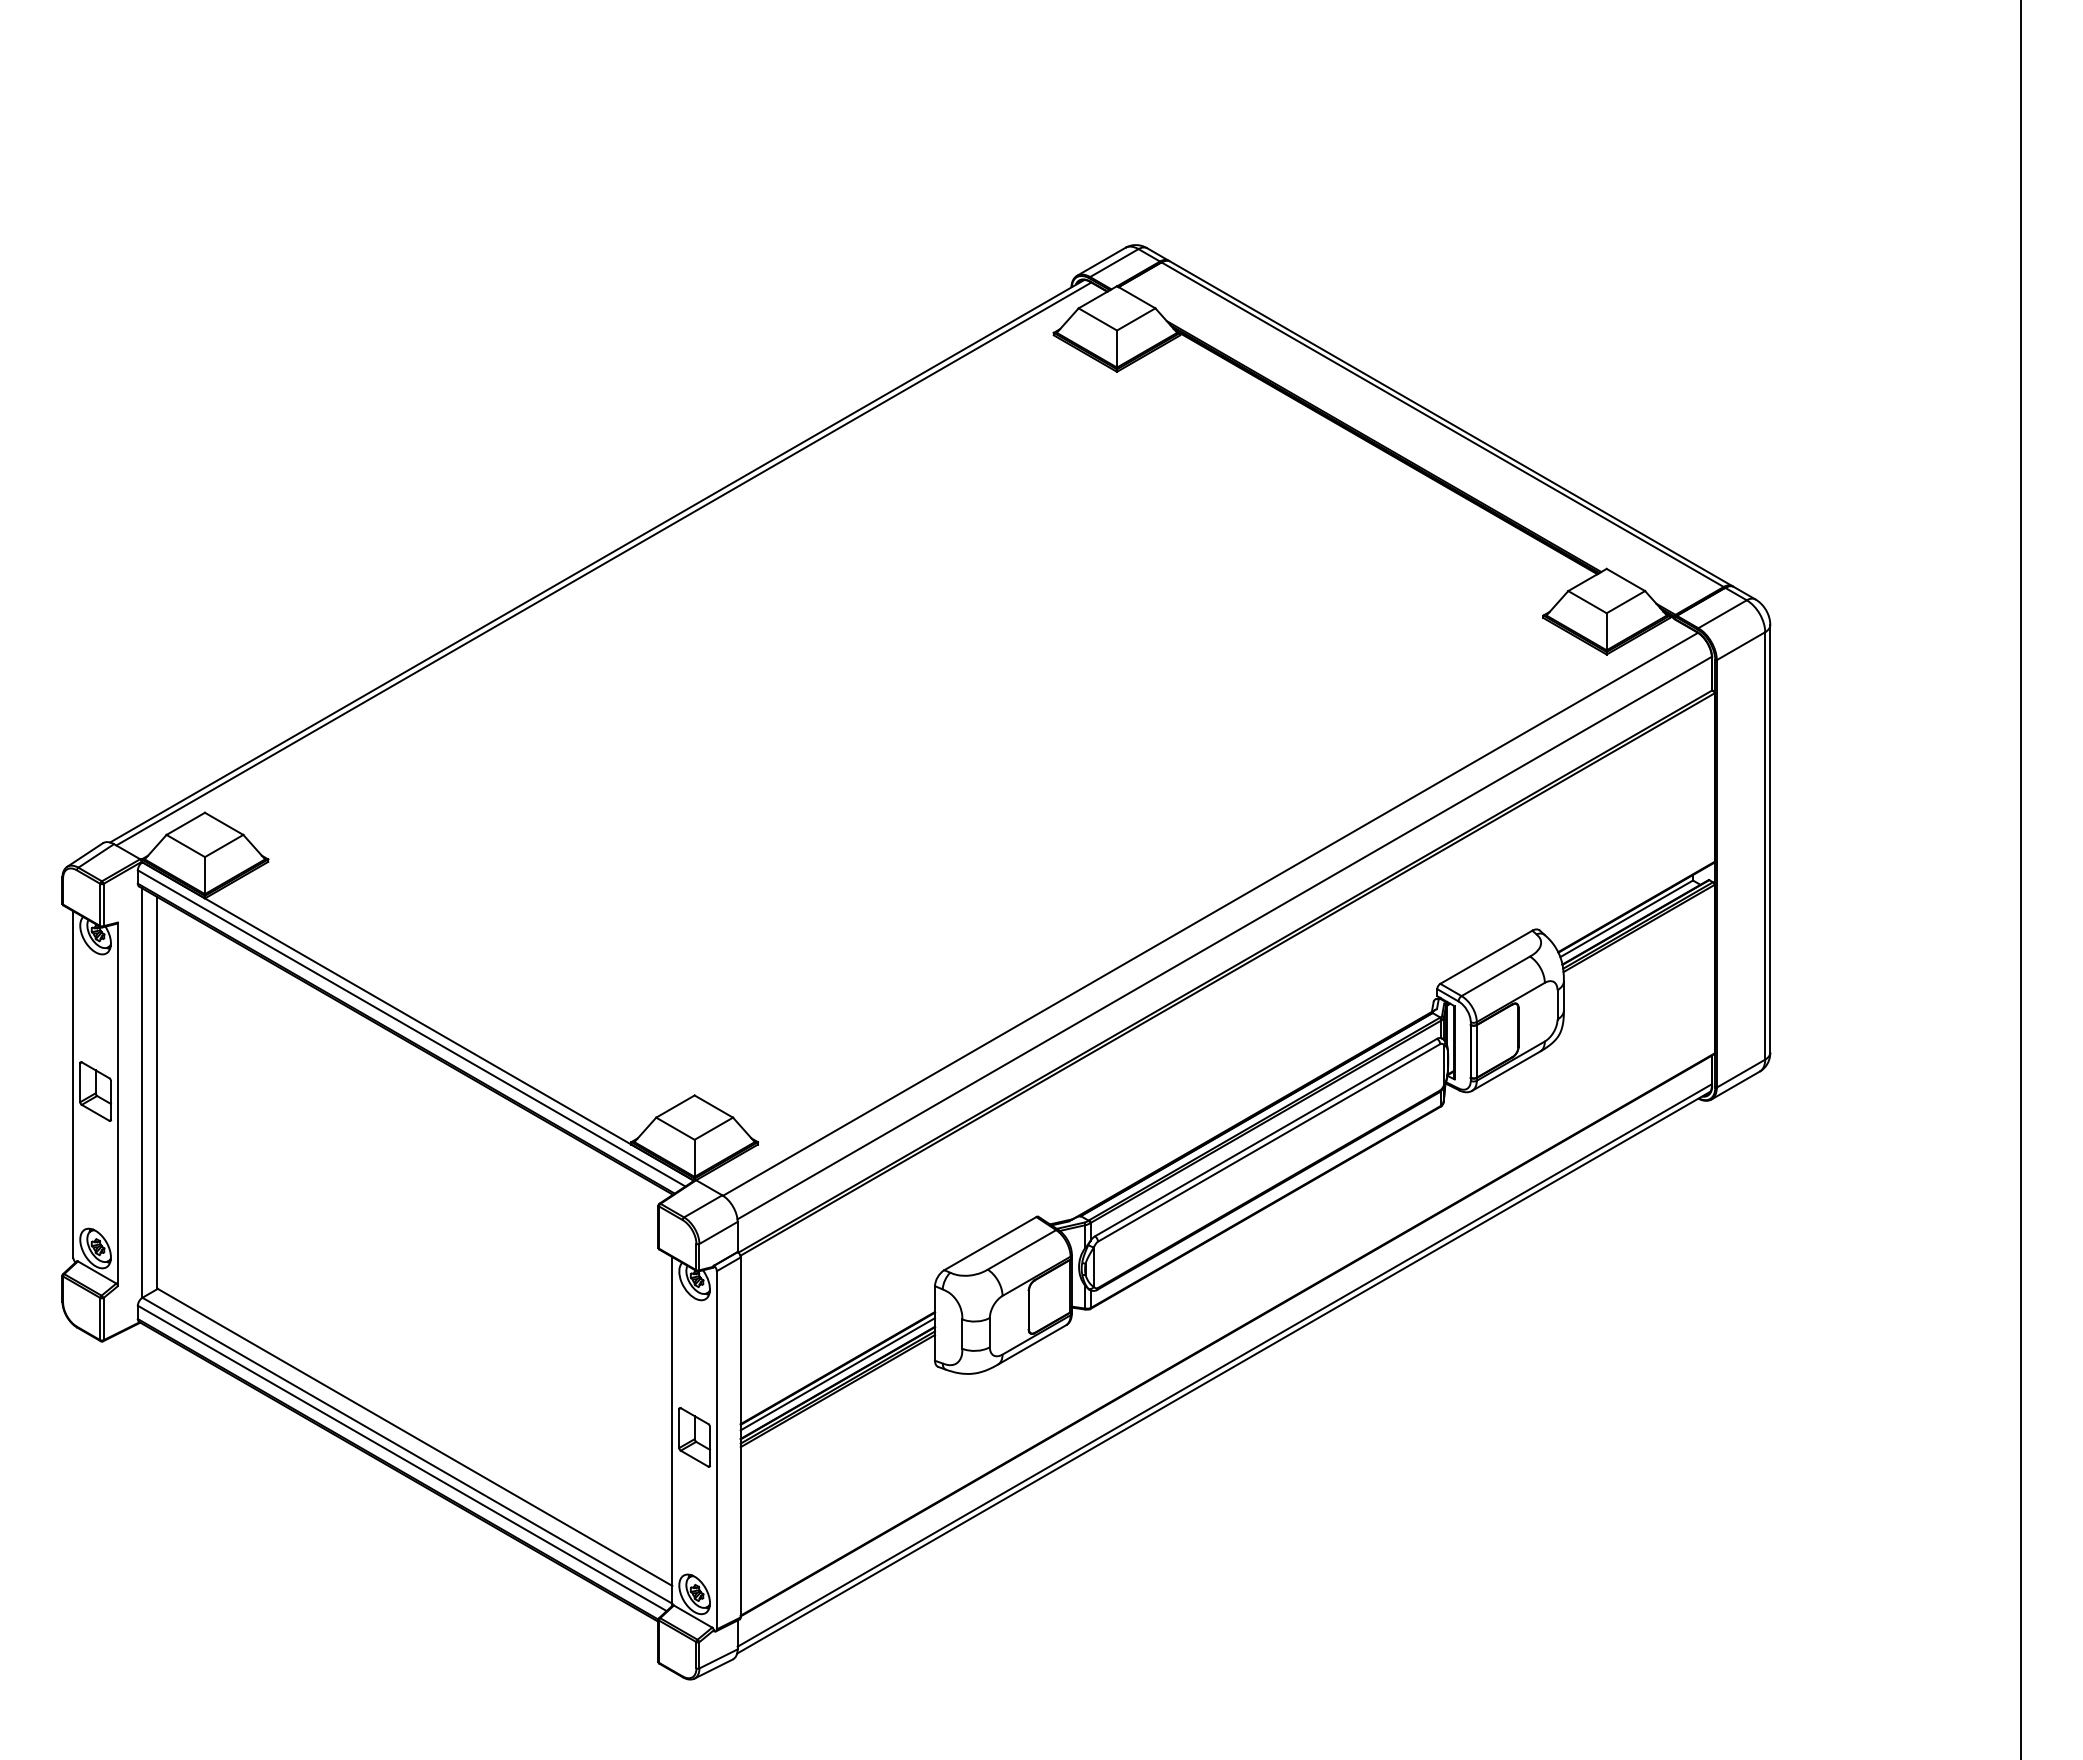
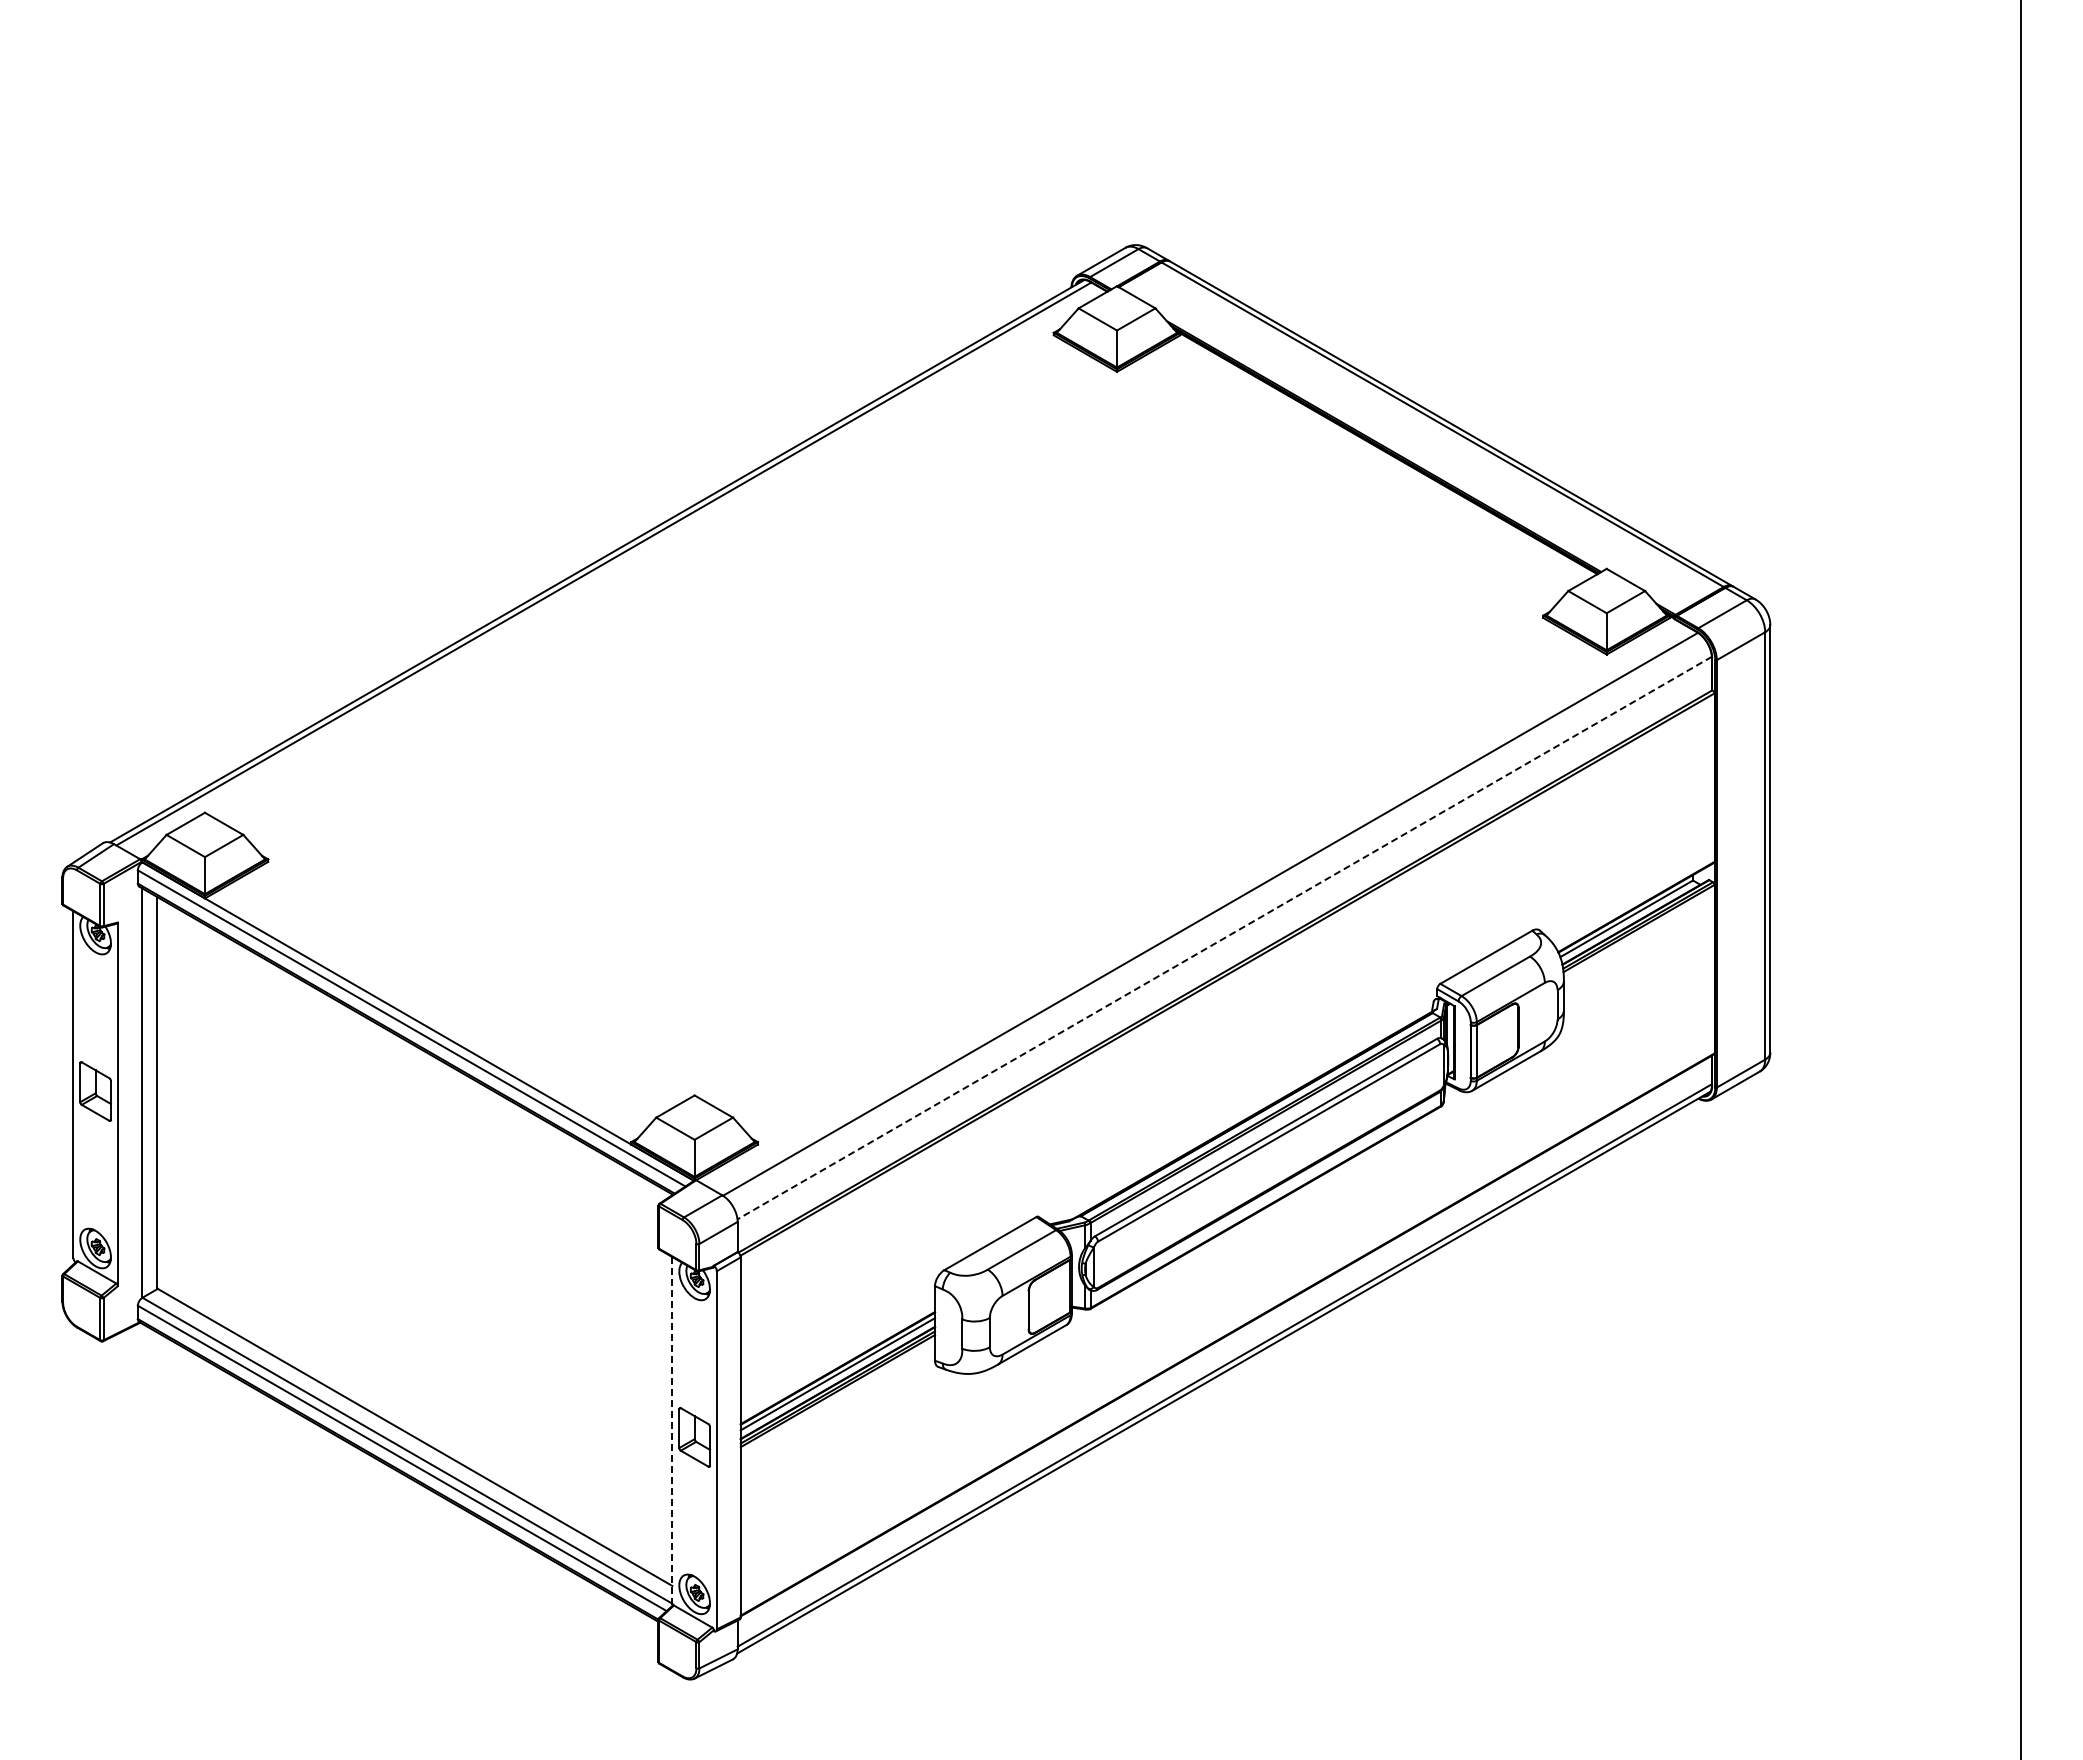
line at (1224, 938): solid -> dashed
line at (672, 1431): solid -> dashed
